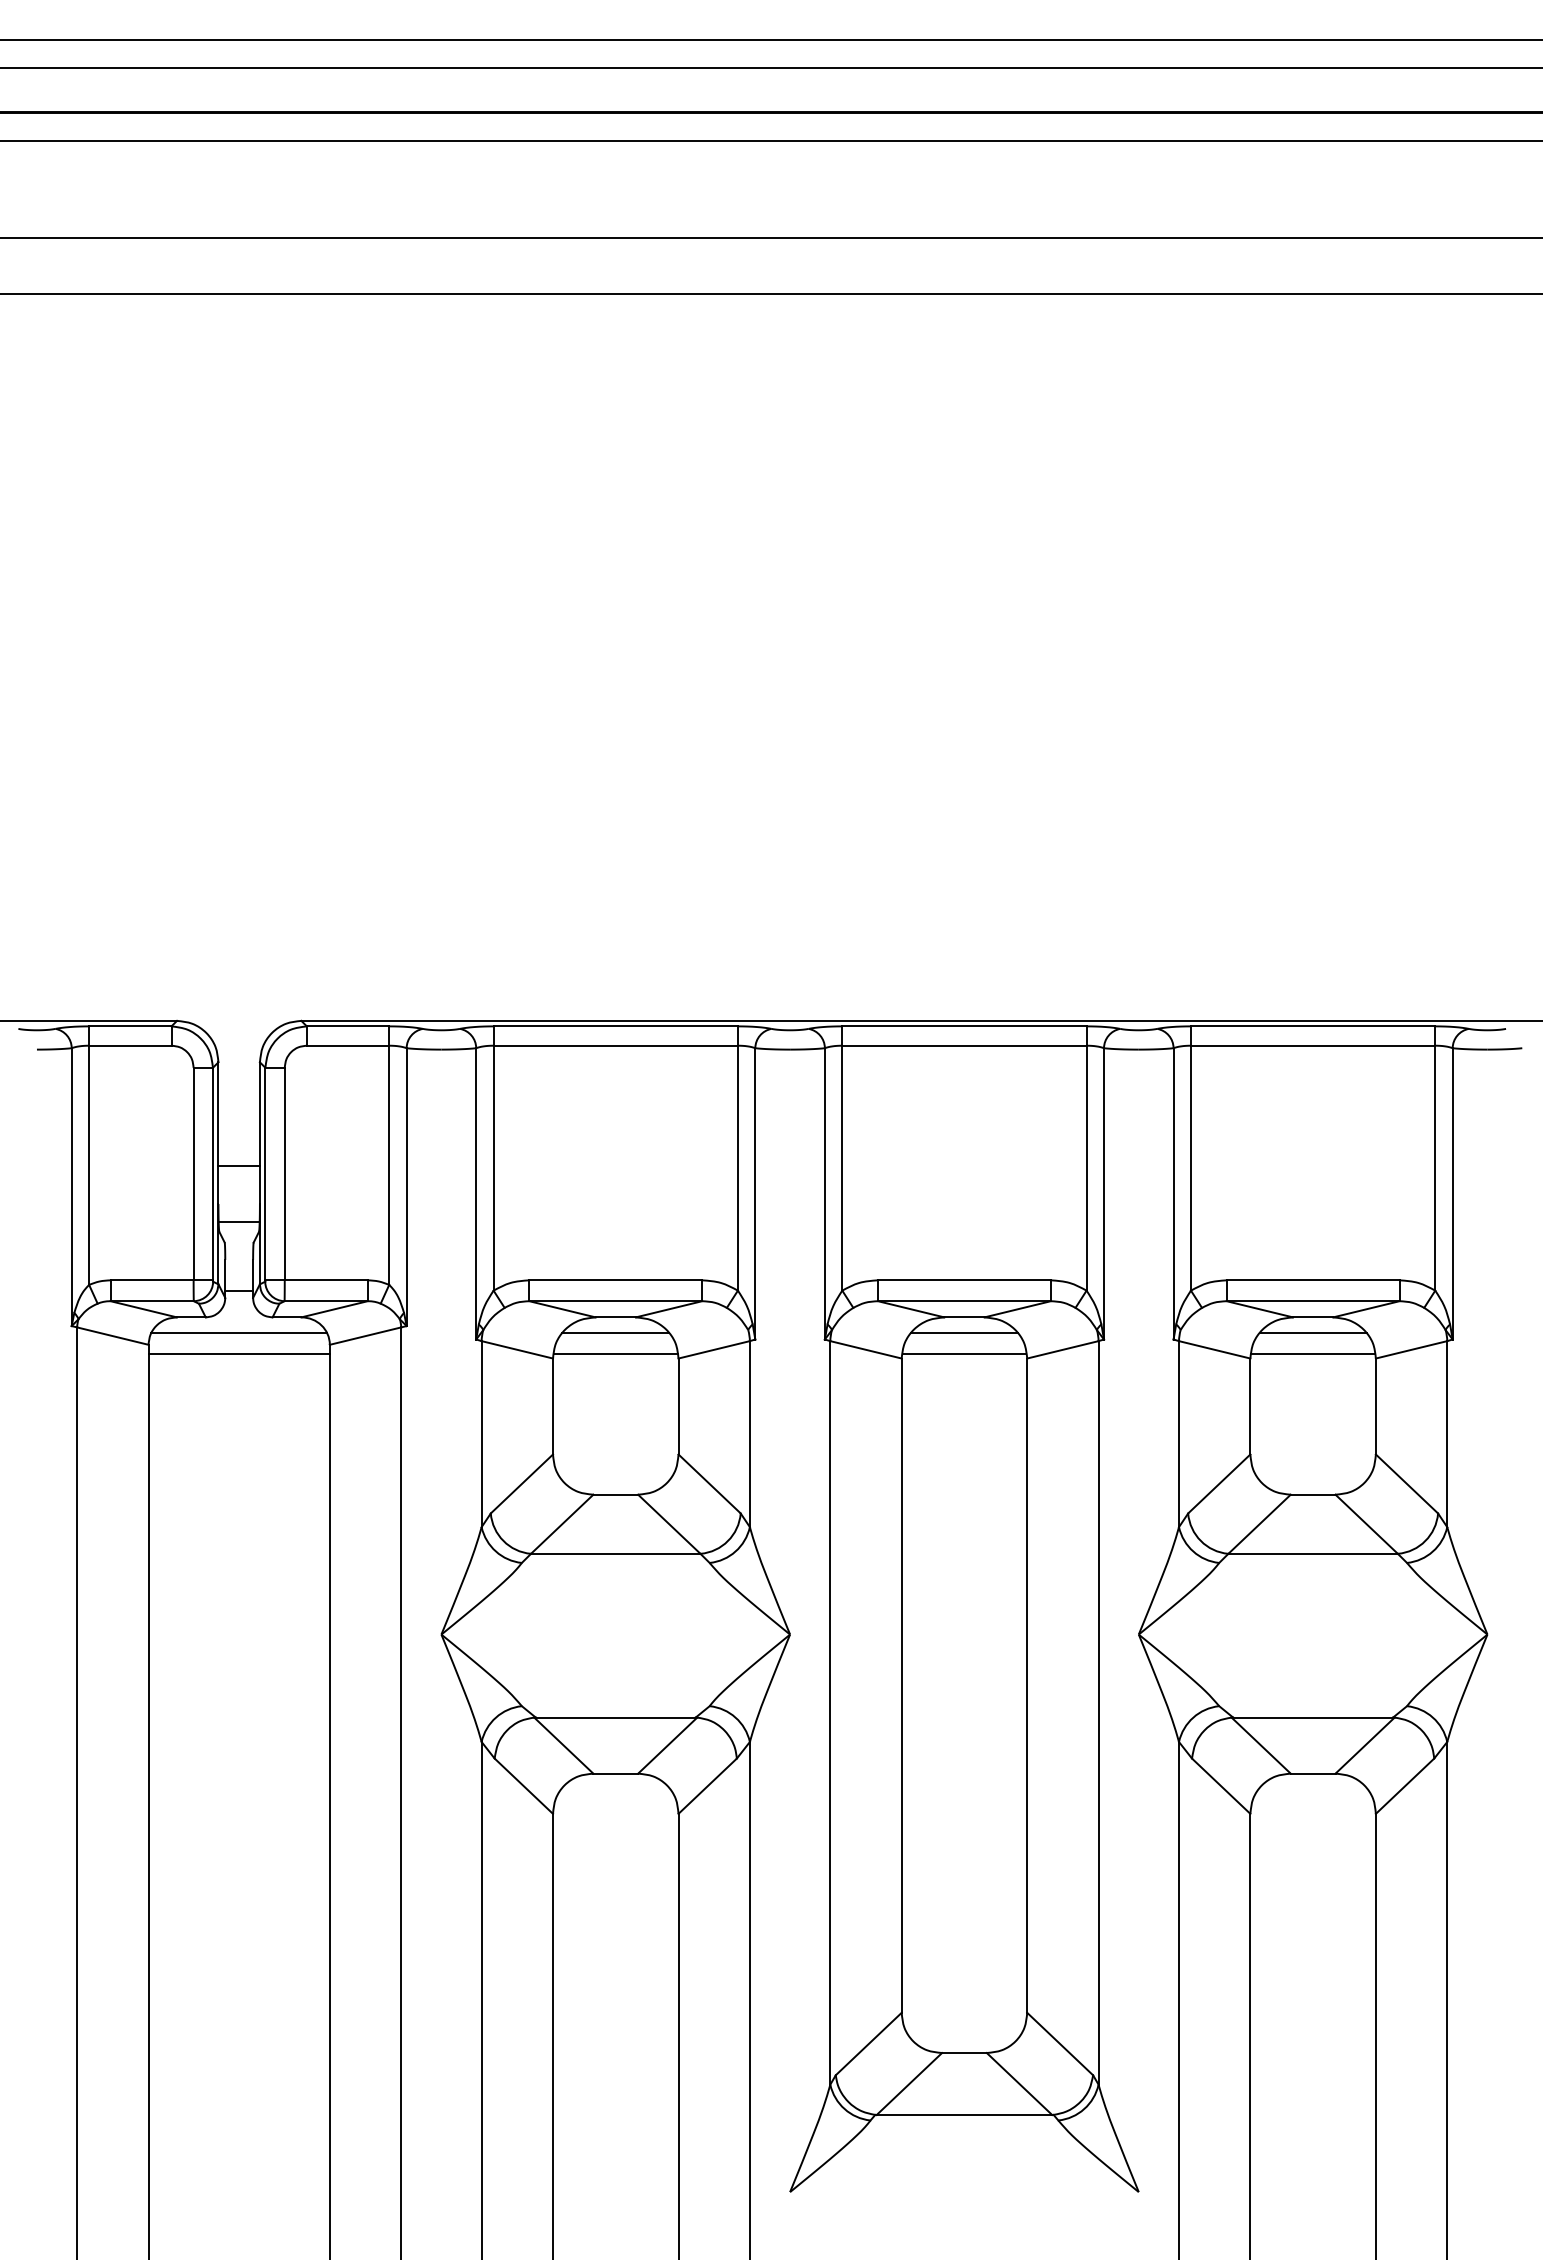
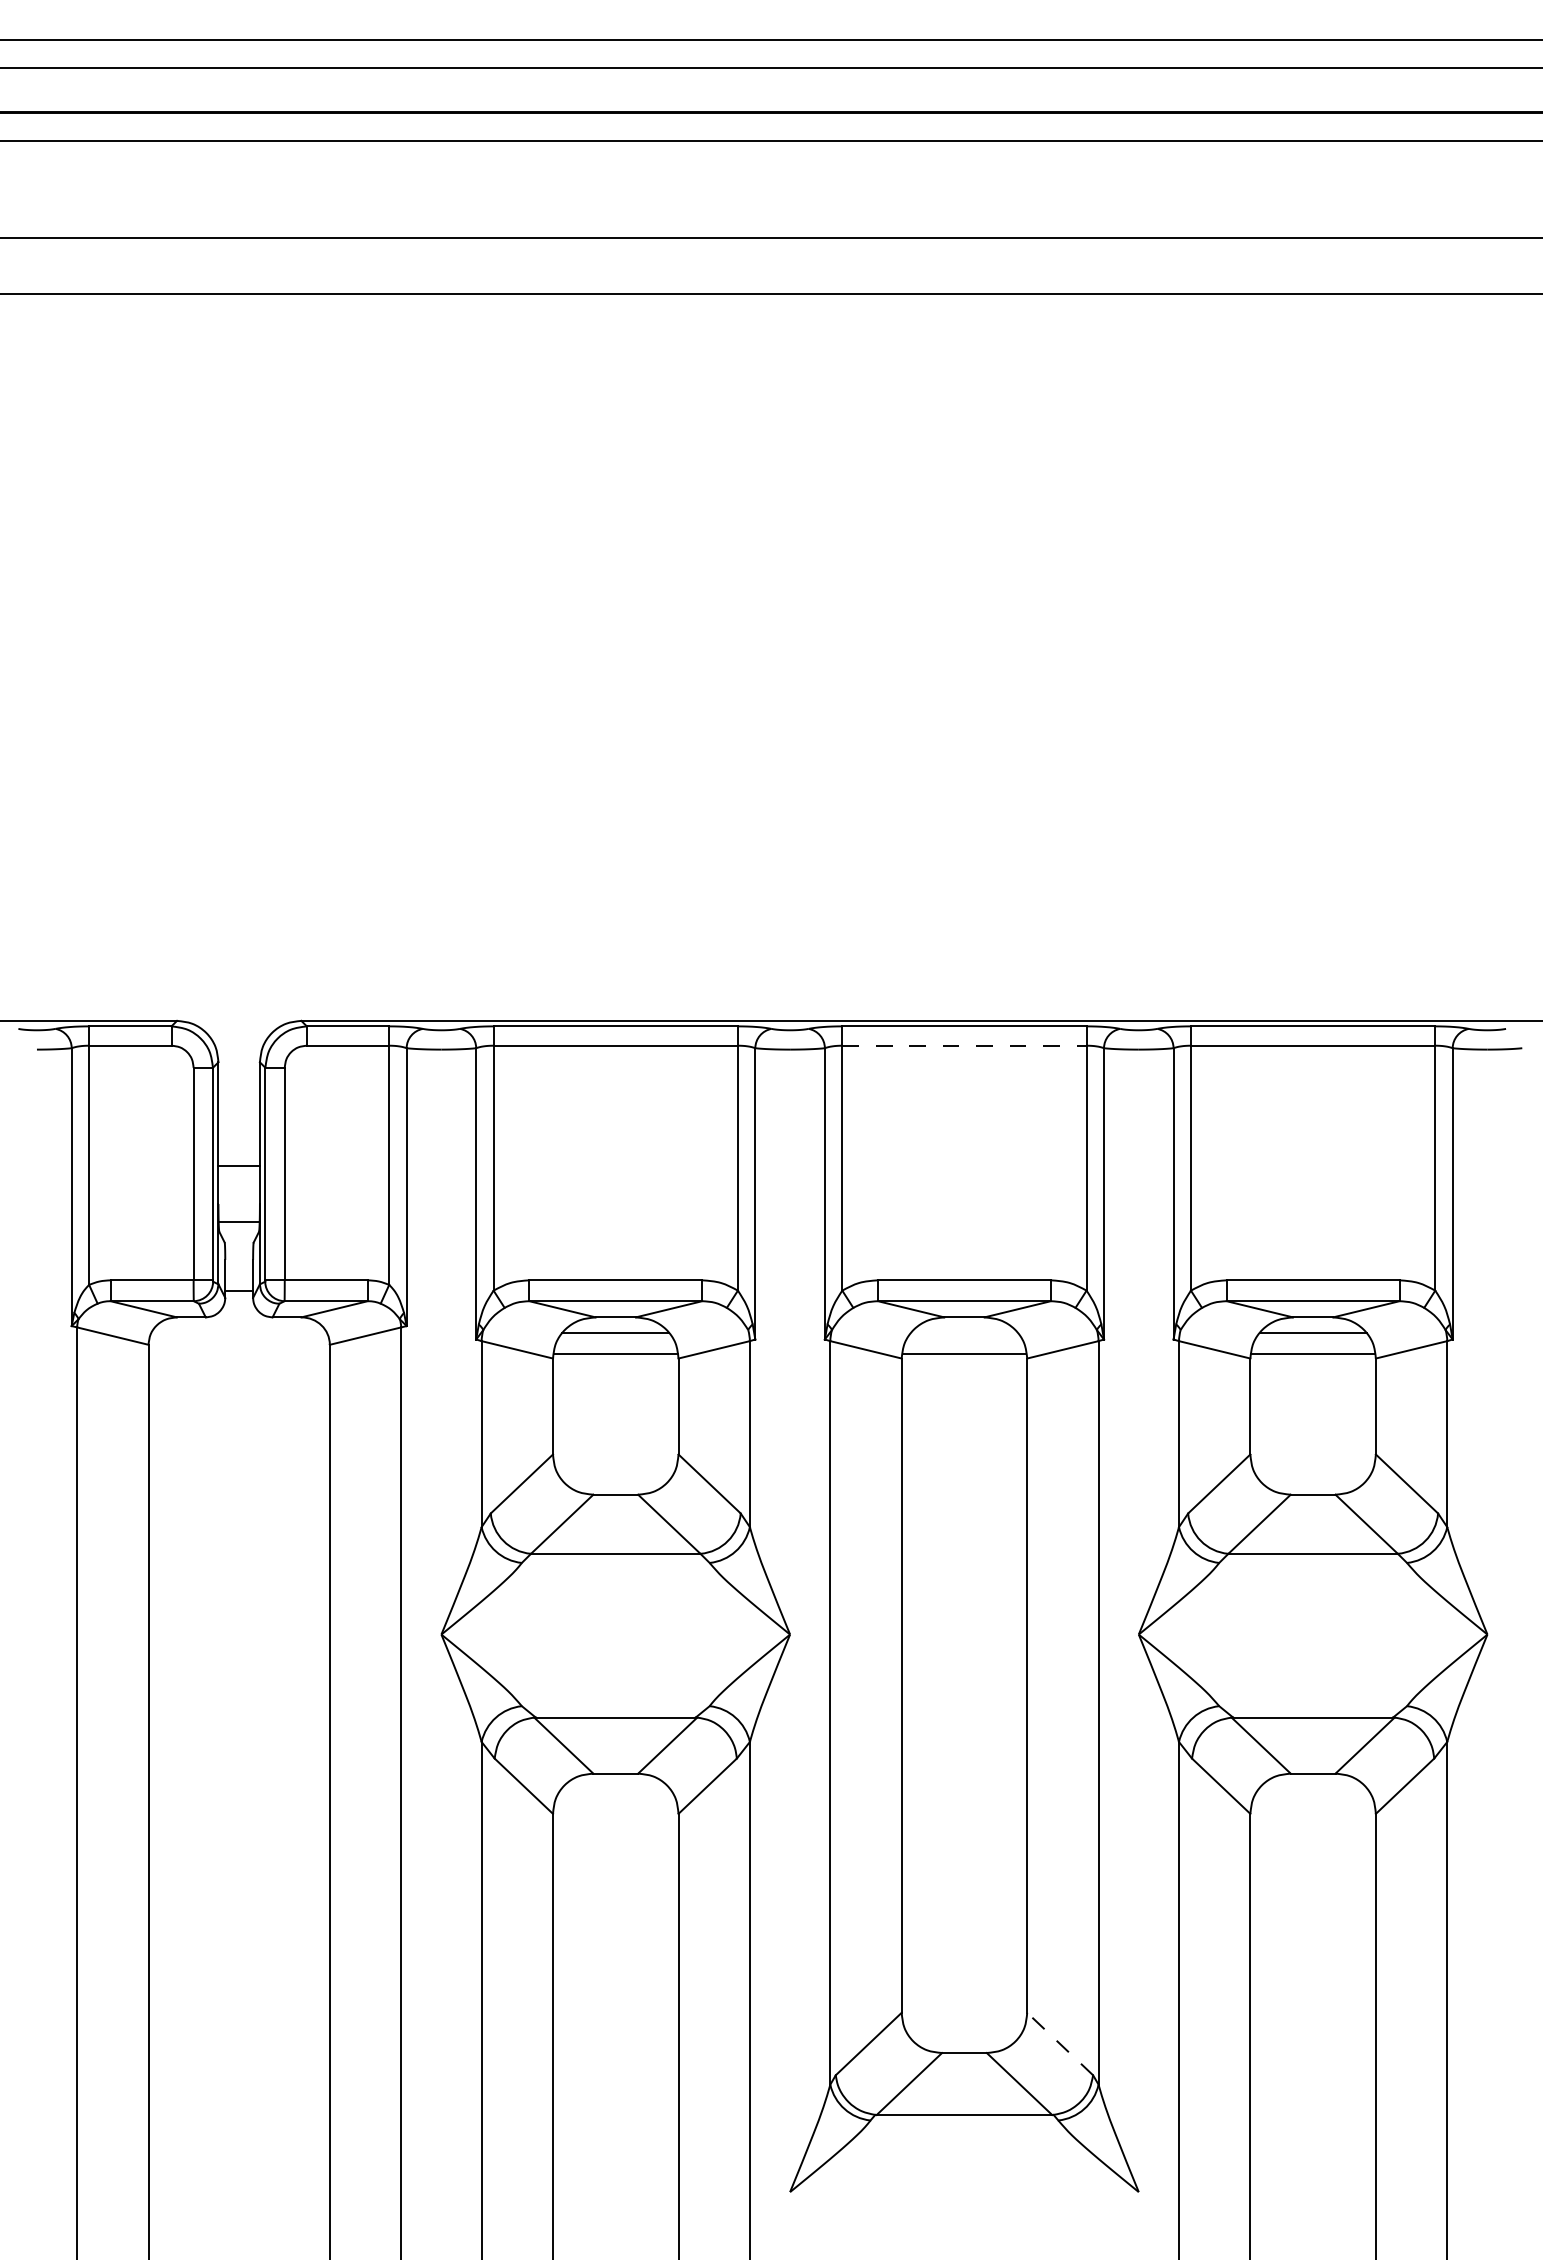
line at (964, 1045): solid -> dashed
line at (239, 1333): present -> none
line at (964, 1333): present -> none
line at (238, 1354): present -> none
line at (1059, 2043): solid -> dashed
